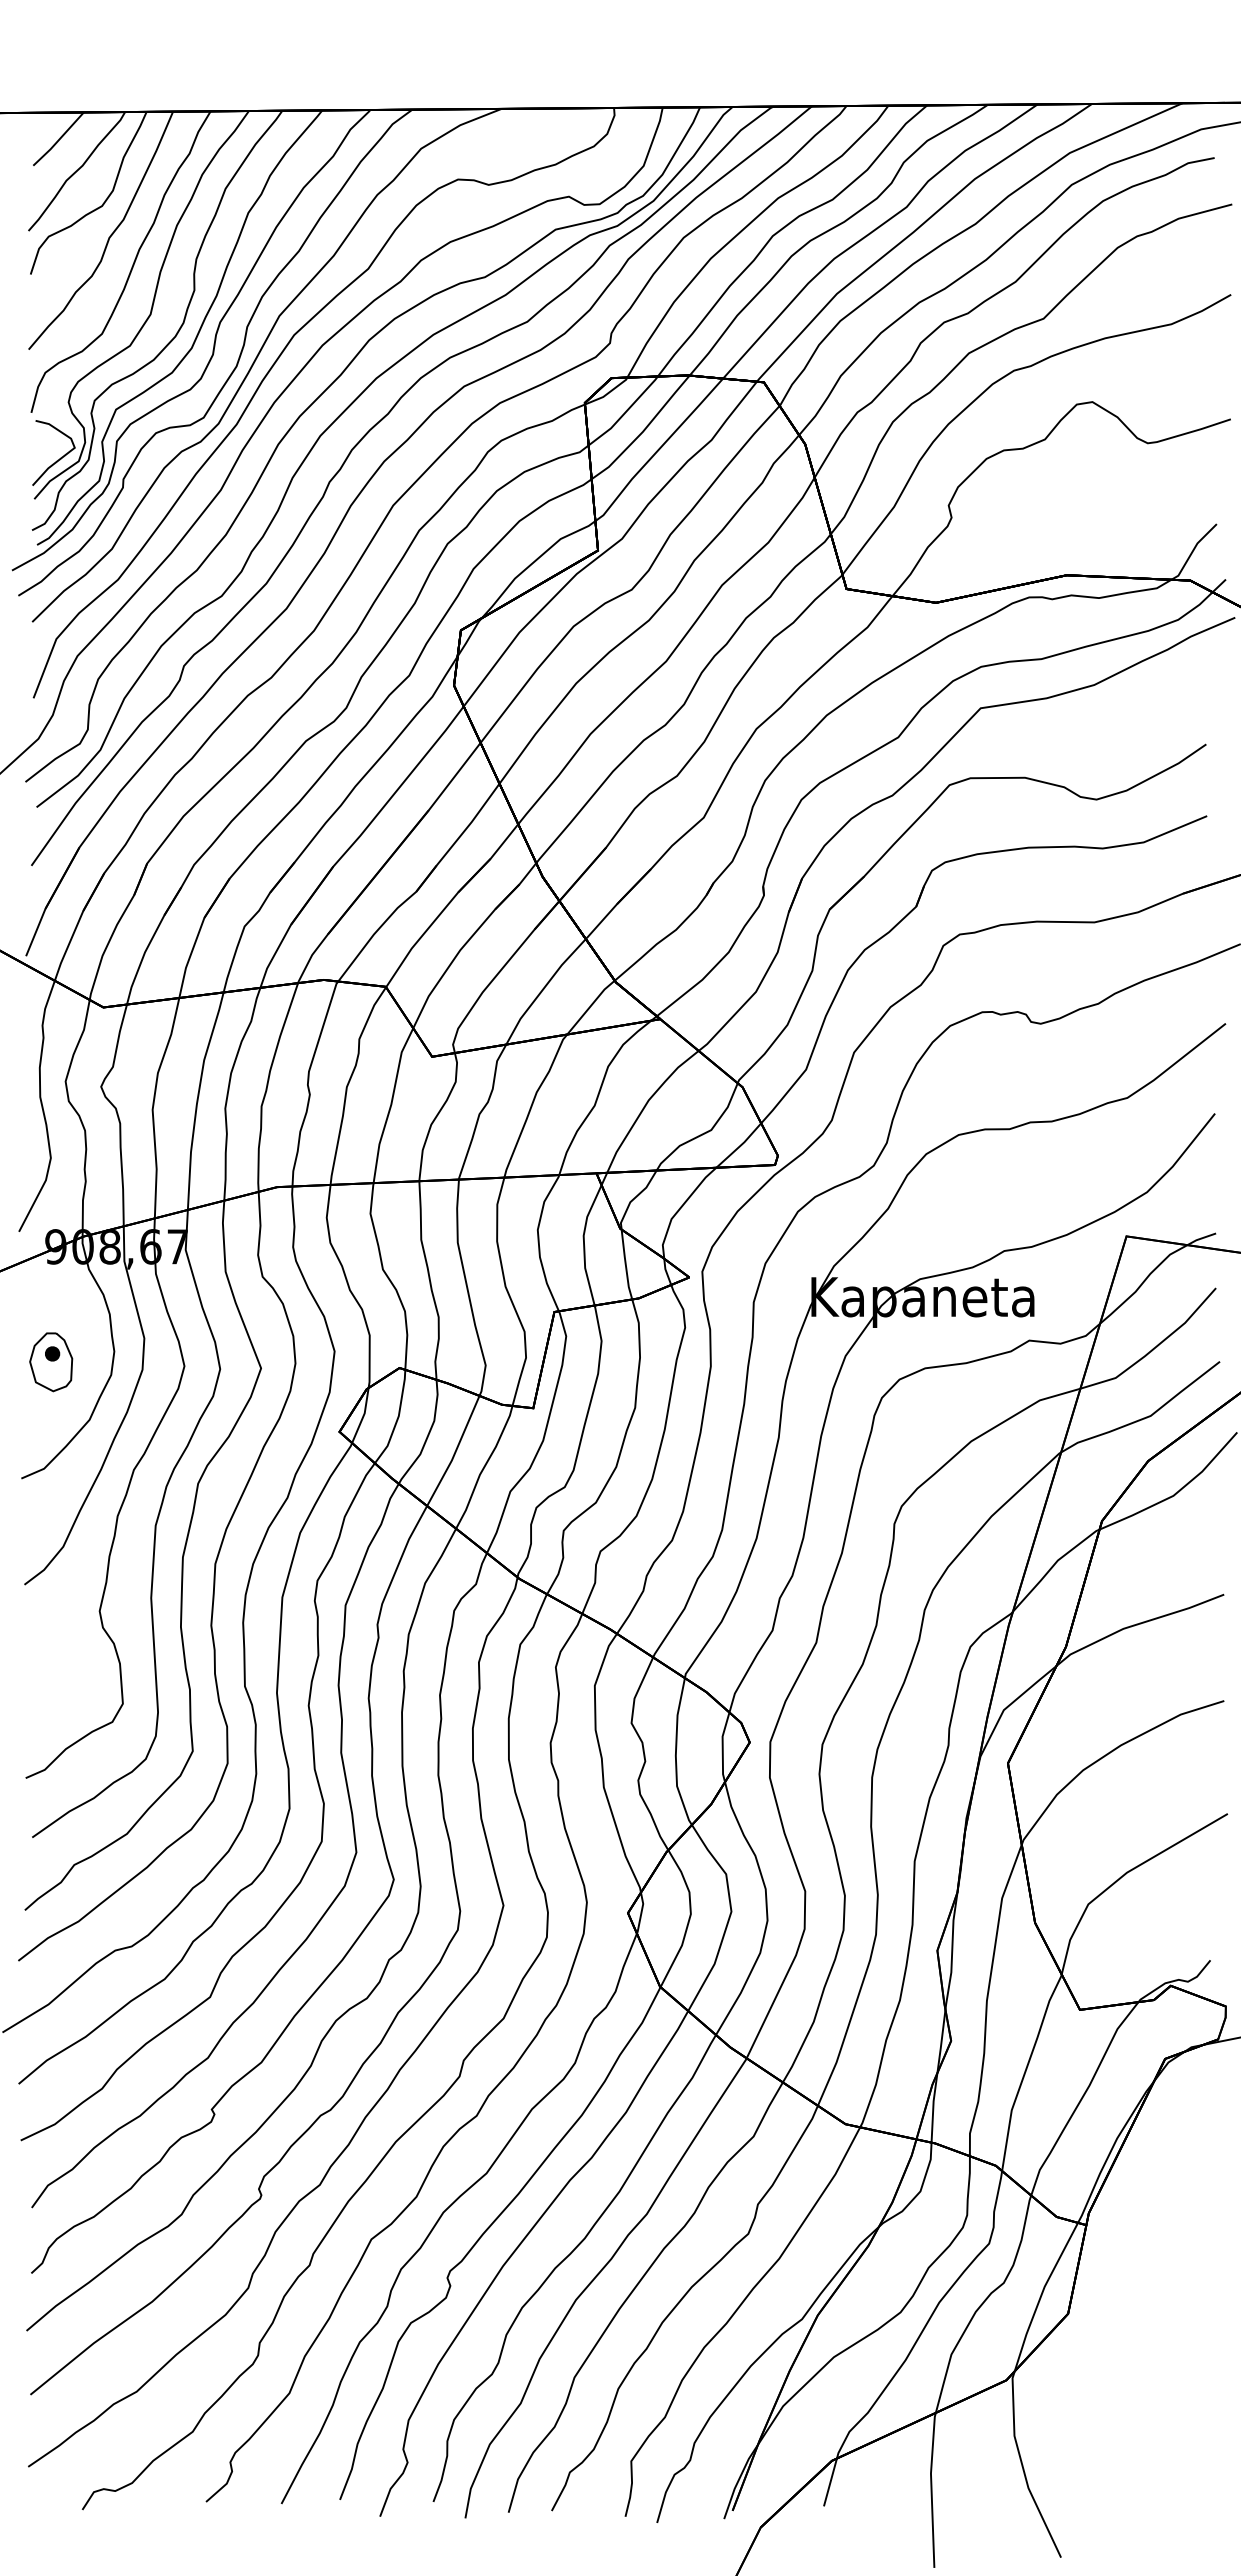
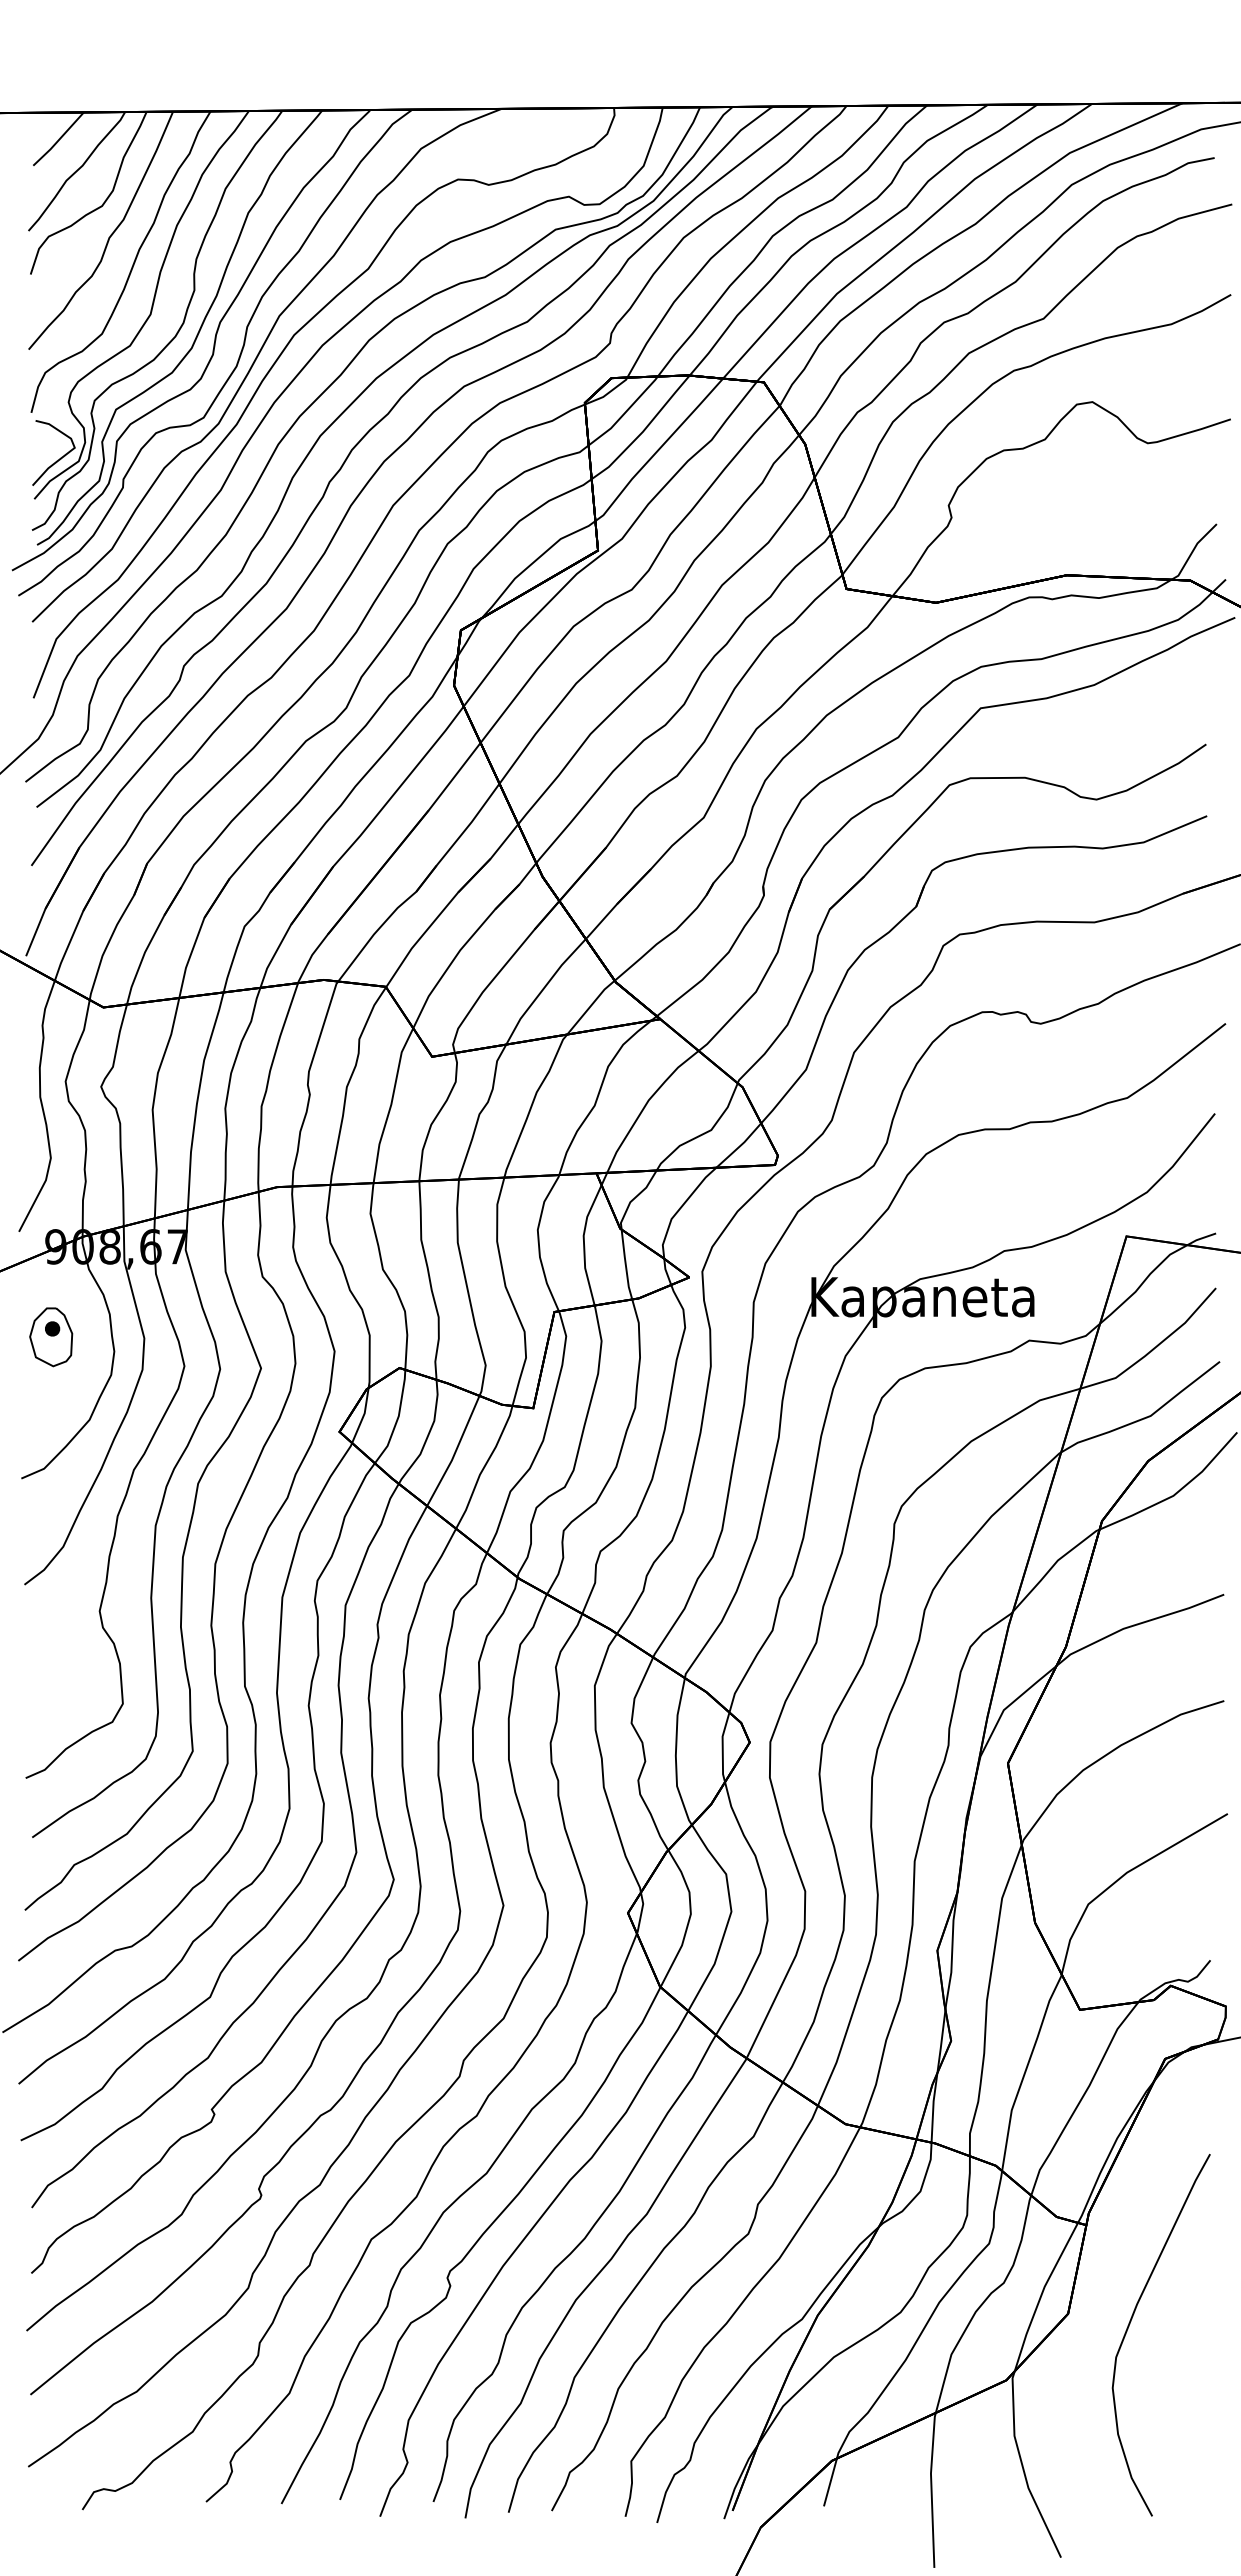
part at (51, 1362) position: (51, 1362) -> (51, 1337)
curve at (1130, 2324): none -> present
